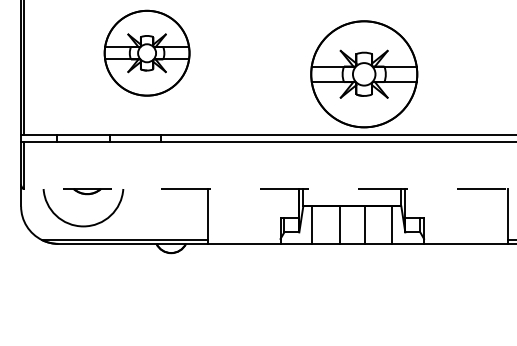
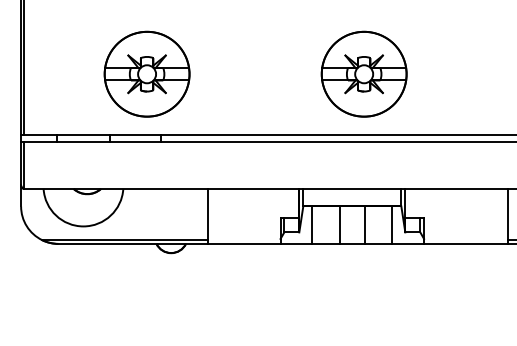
part at (146, 52) position: (146, 52) -> (146, 73)
part at (364, 74) size: 109x109 px -> 88x88 px
line at (270, 189): dashed -> solid
